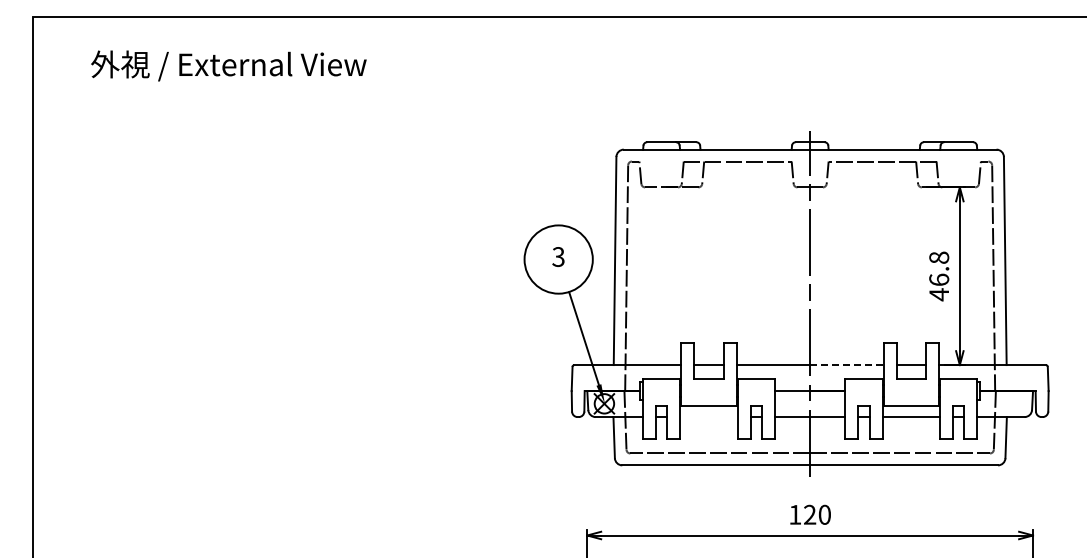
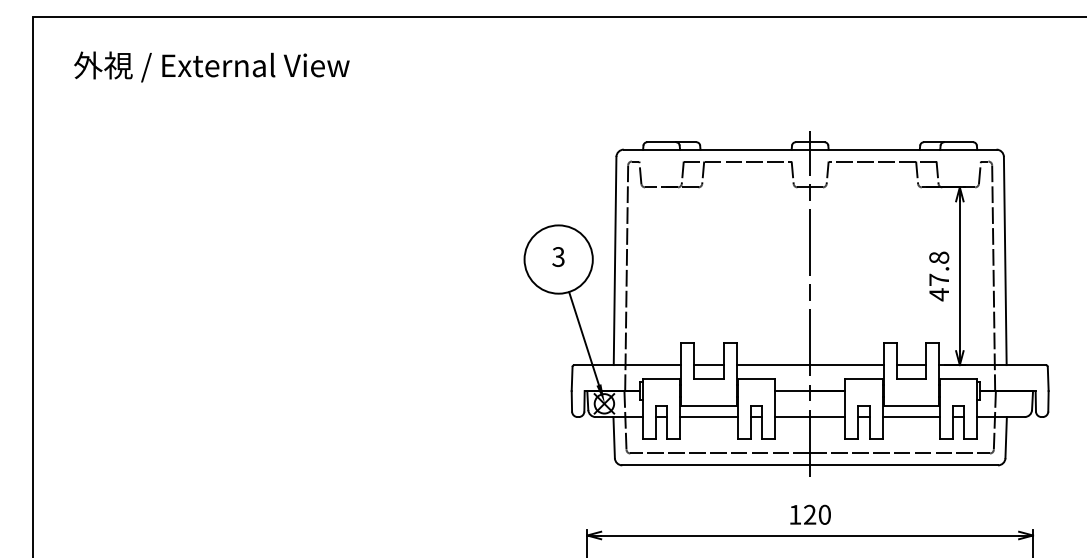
text at (228, 65) position: (228, 65) -> (211, 66)
text at (939, 279): 46.8 -> 47.8
line at (846, 365): dashed -> solid
line at (708, 417): none -> present
